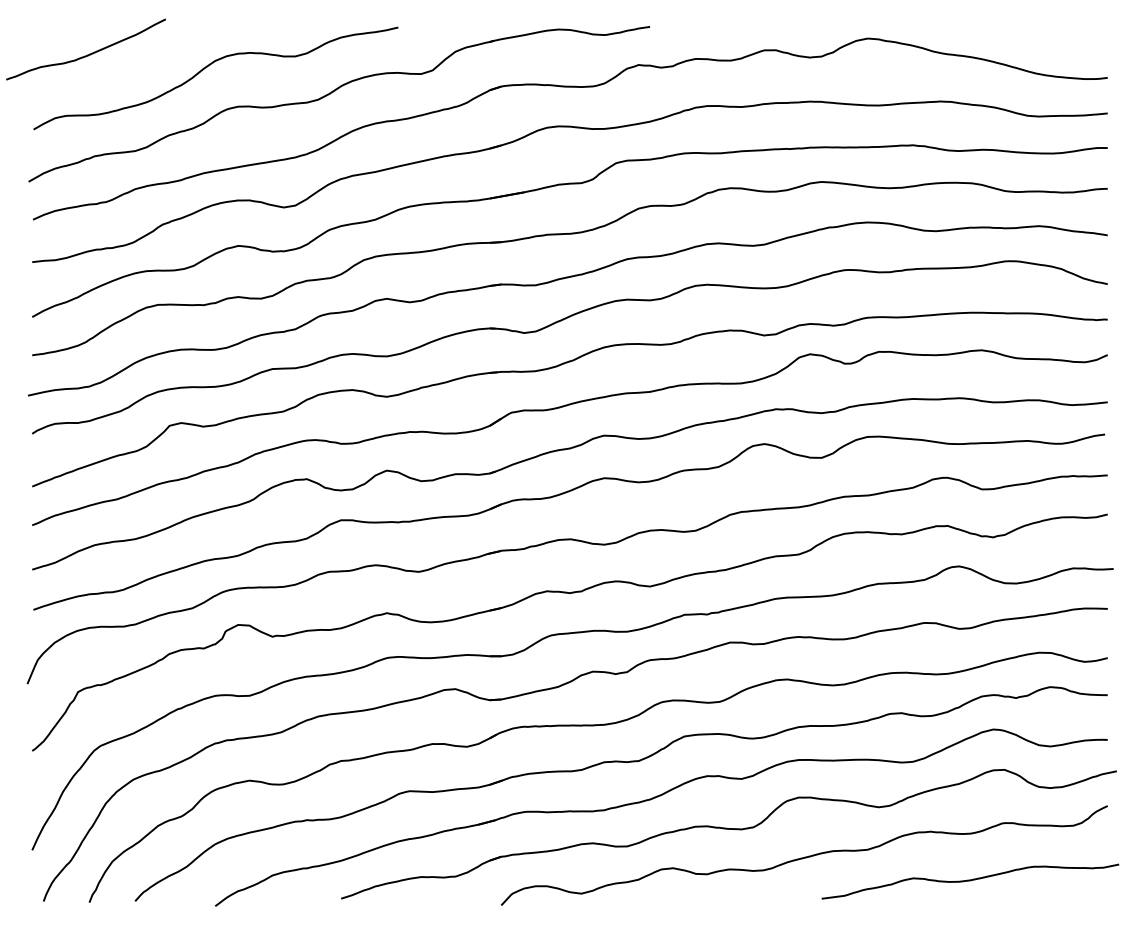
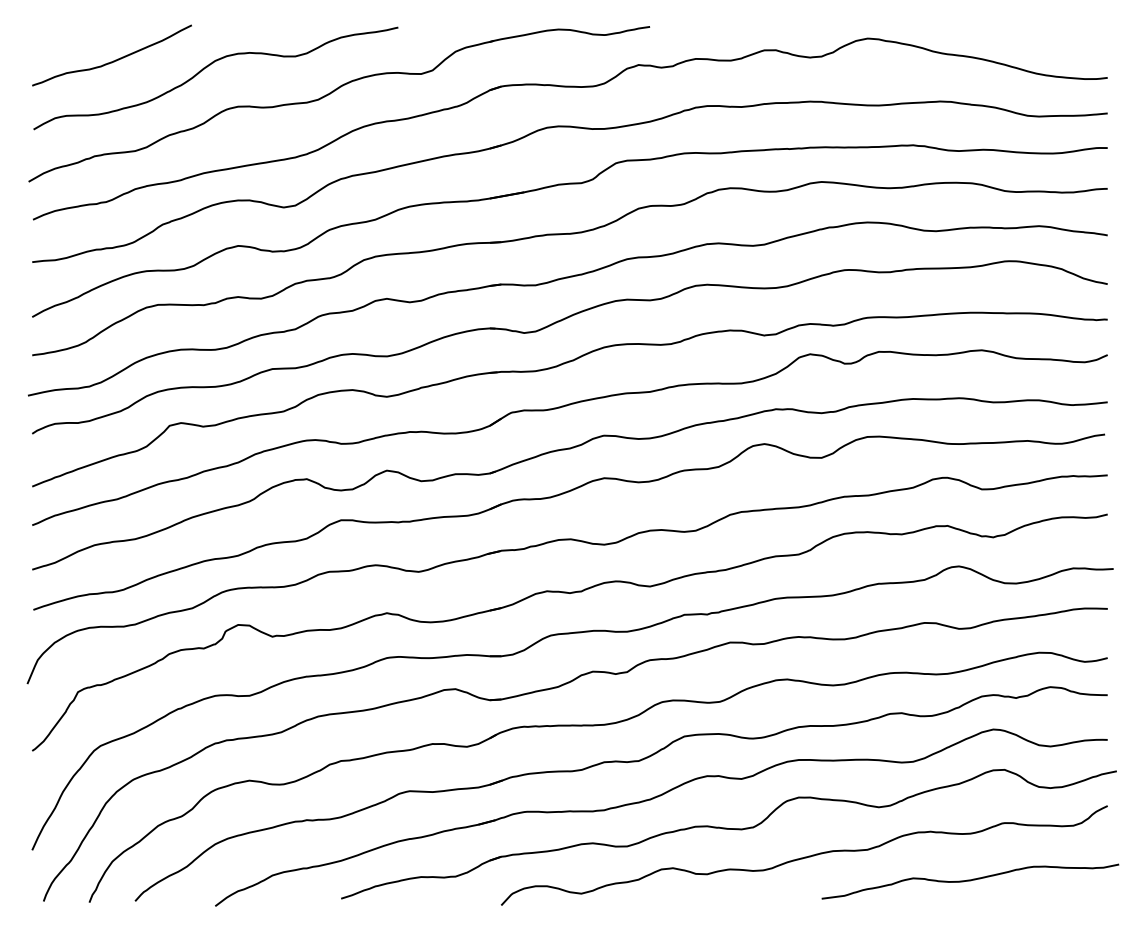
curve at (87, 54) position: (87, 54) -> (113, 60)
